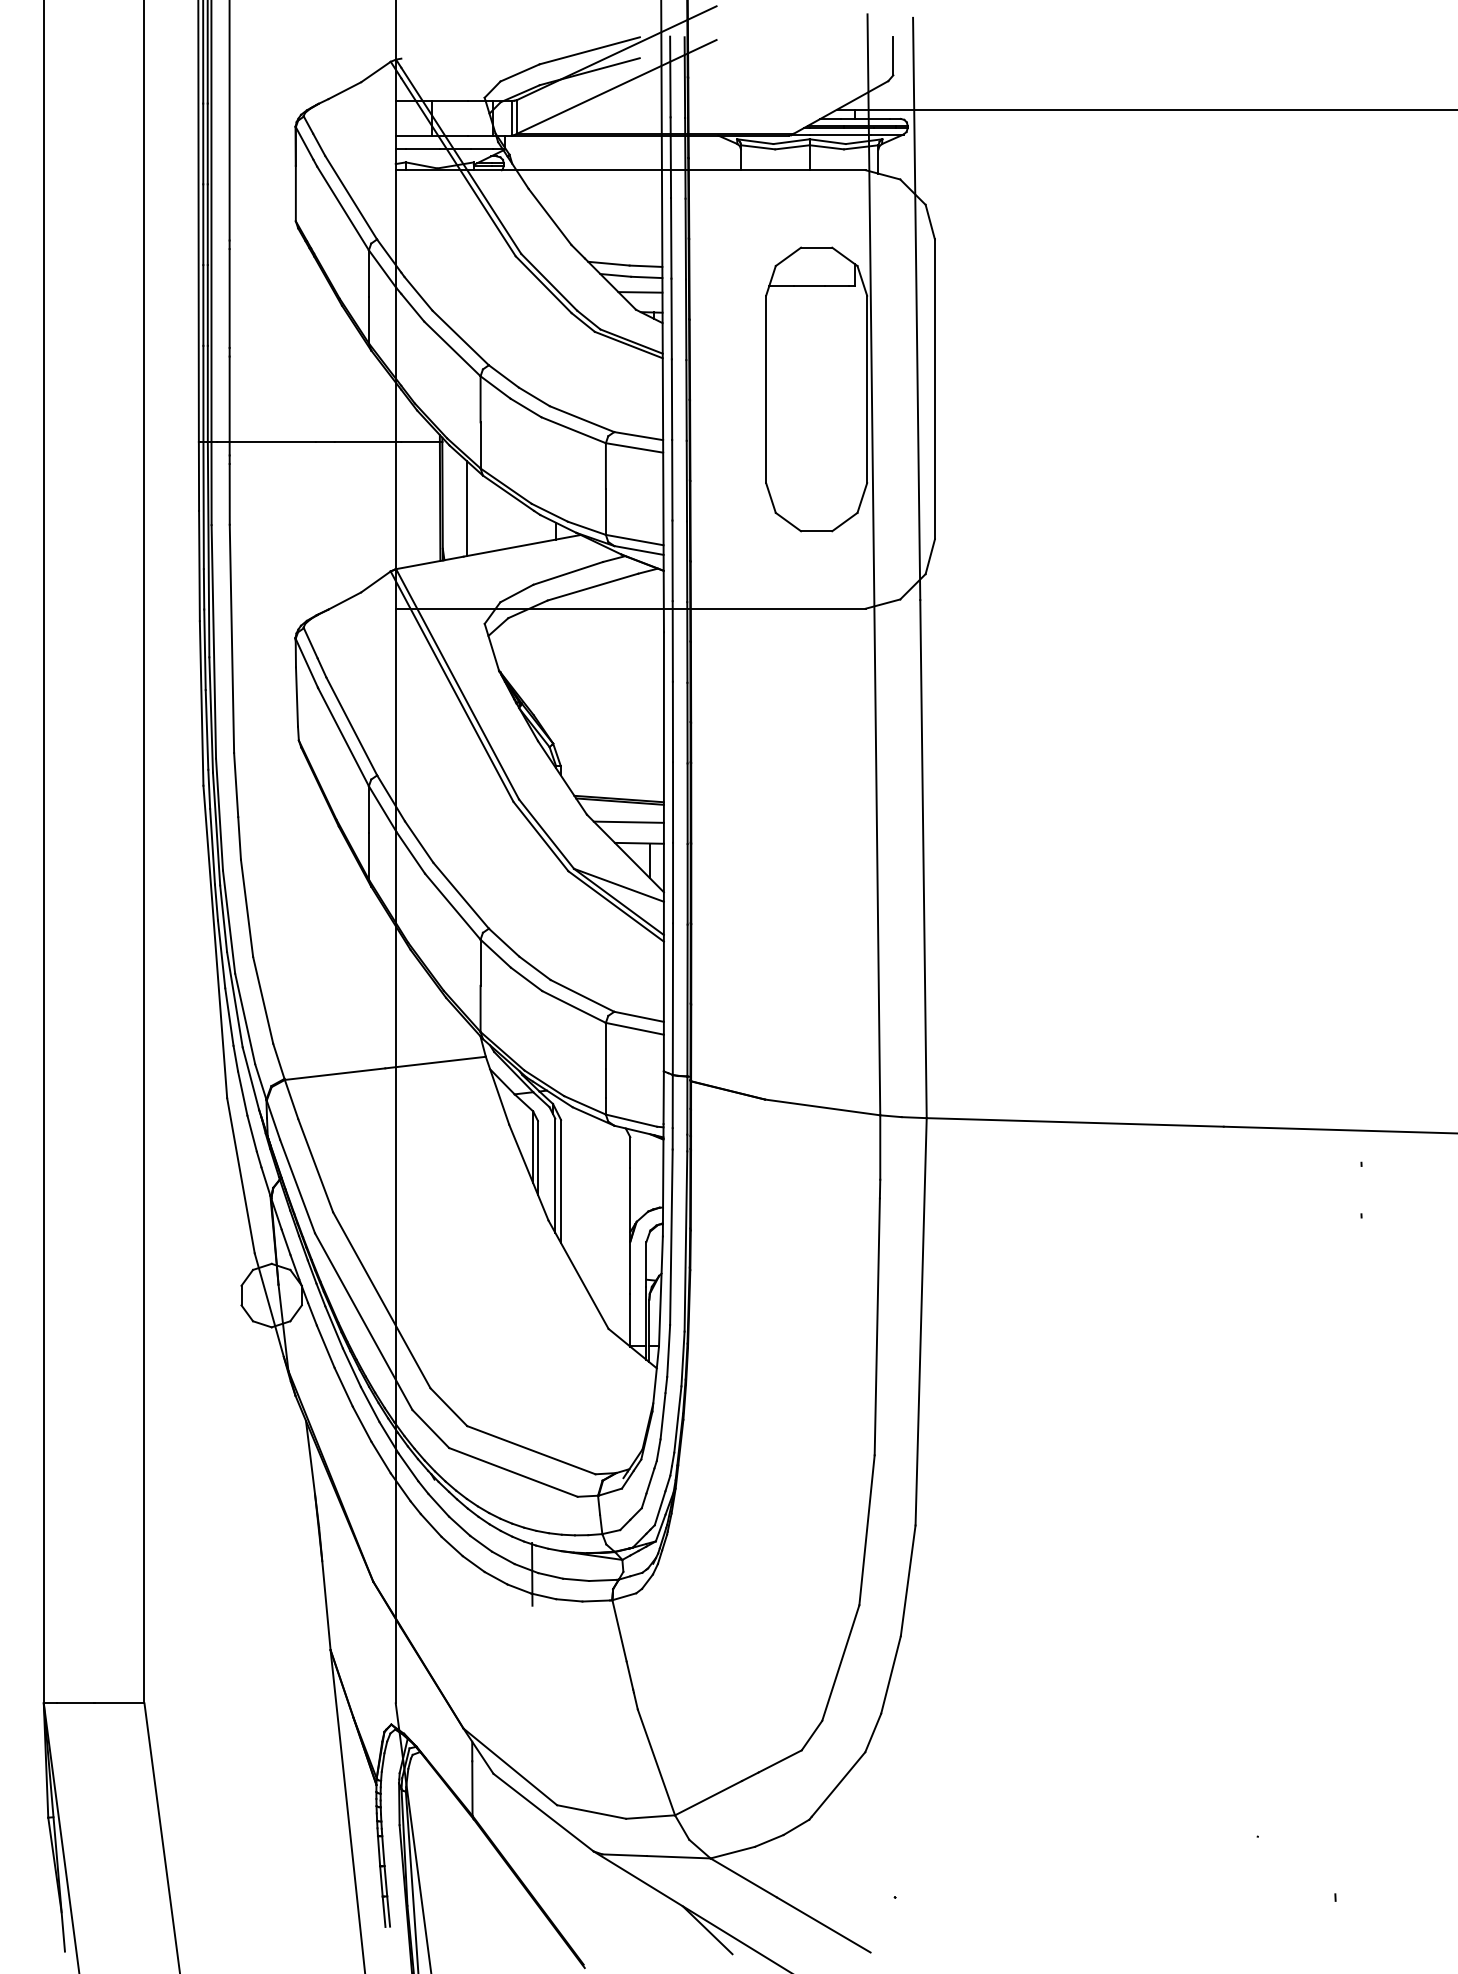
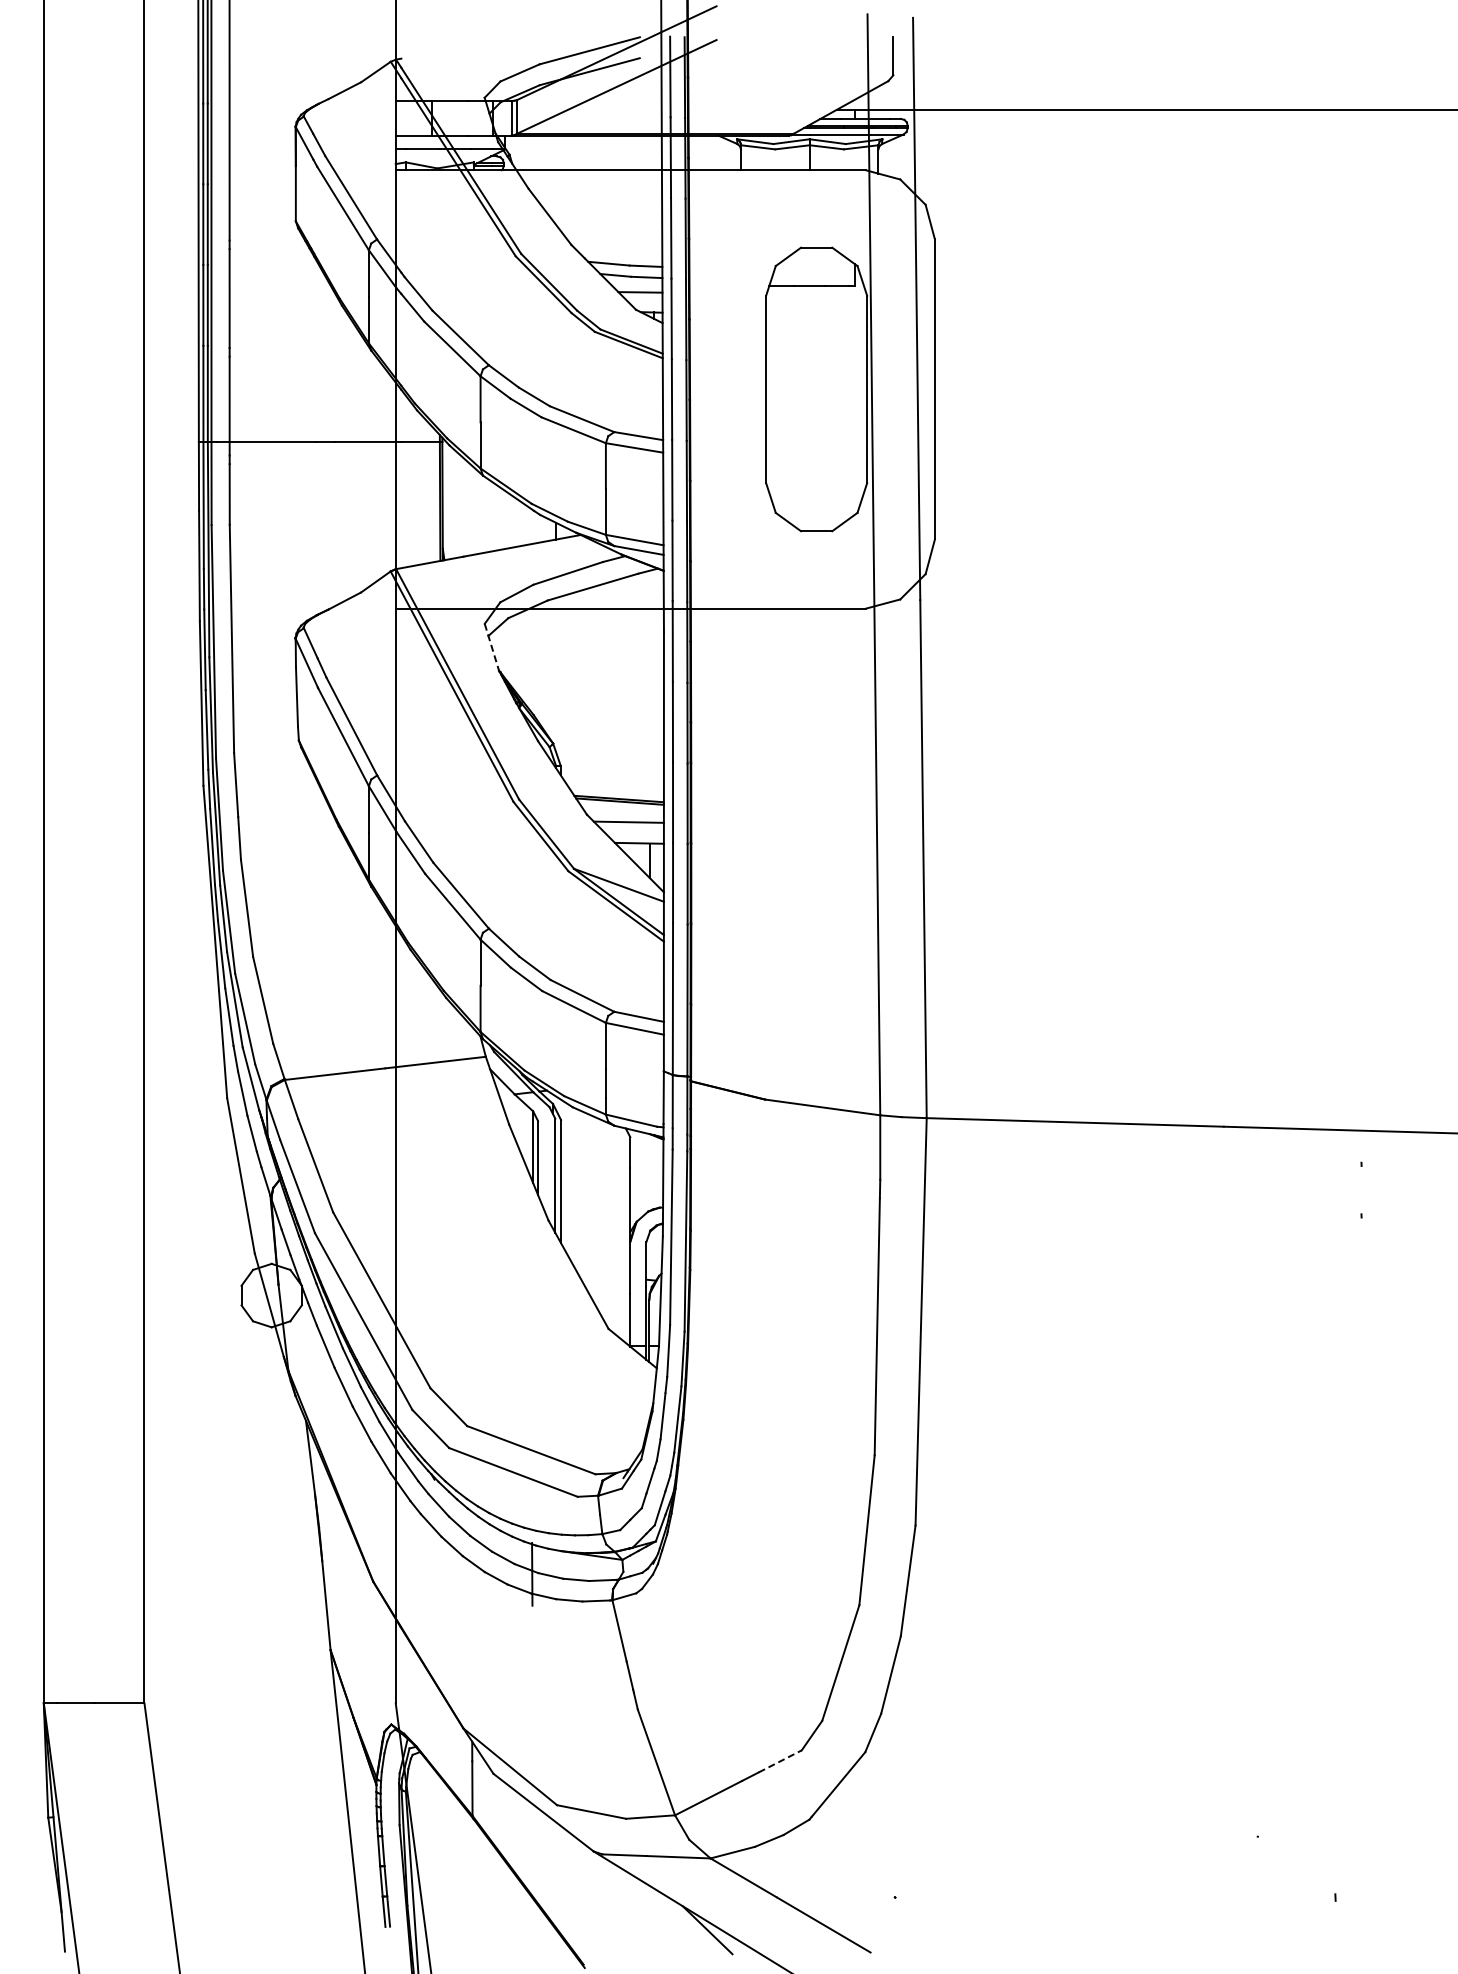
line at (466, 508): present -> none
line at (492, 647): solid -> dashed
line at (780, 1761): solid -> dashed
